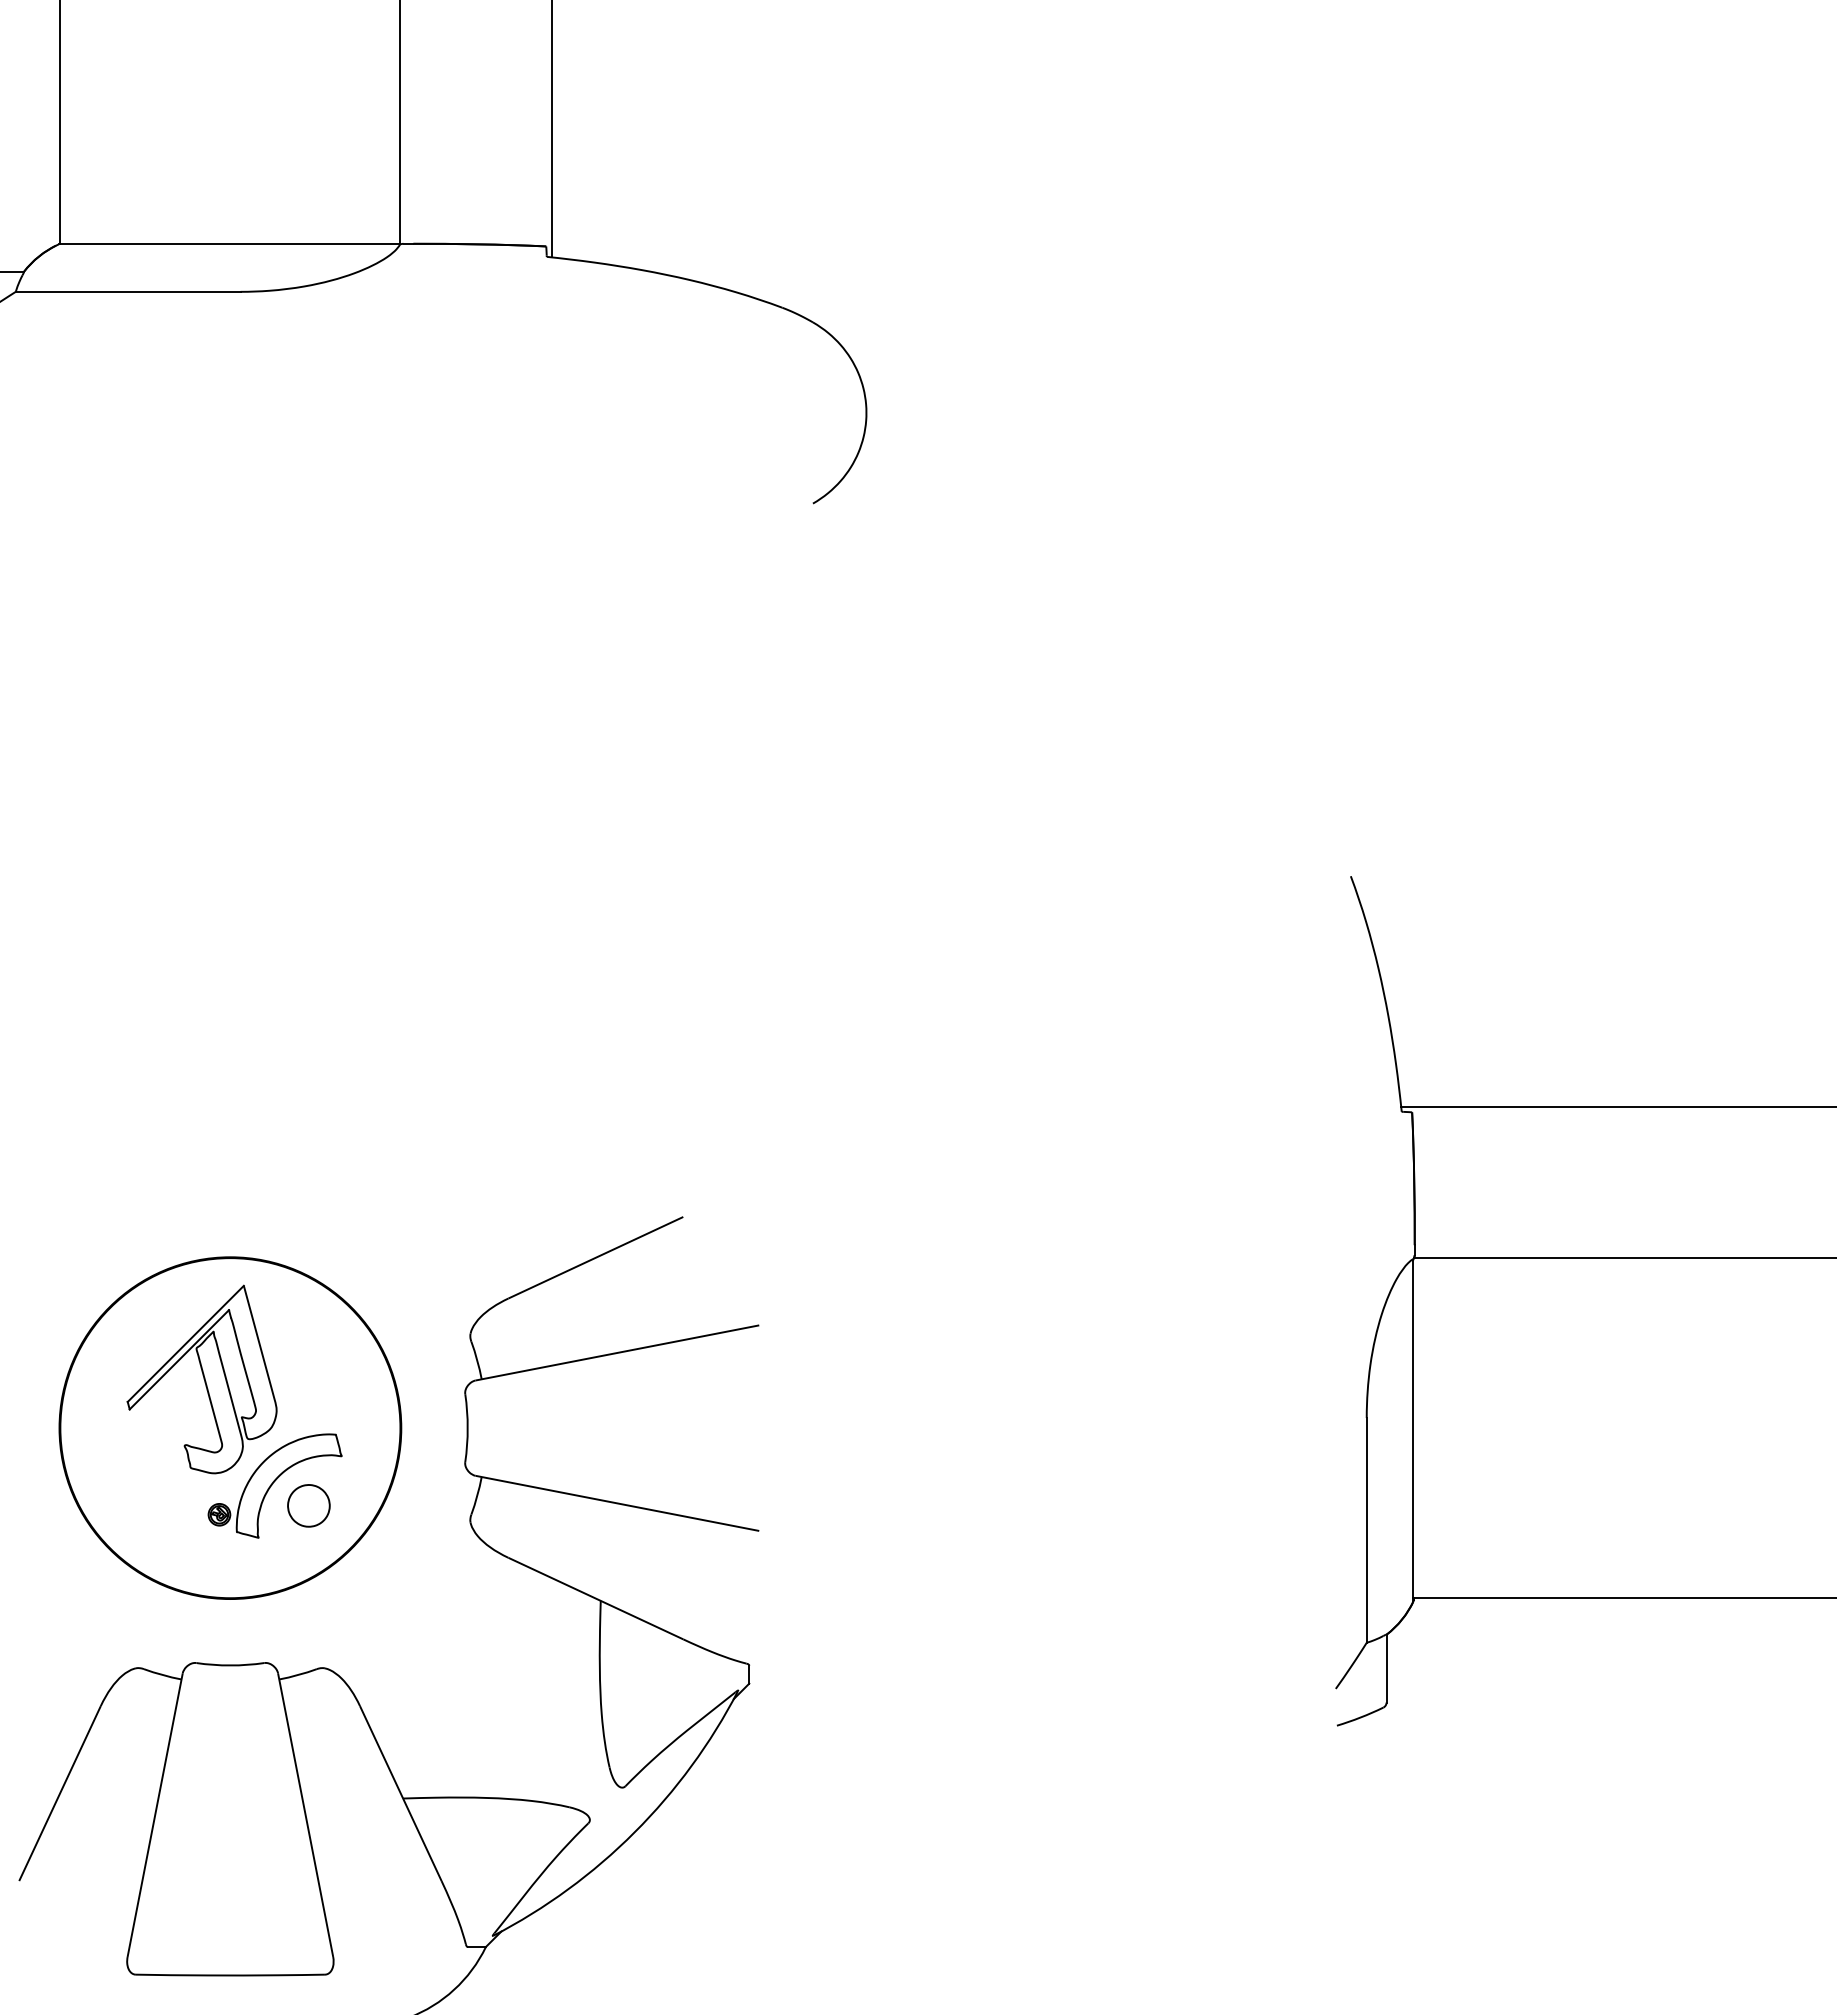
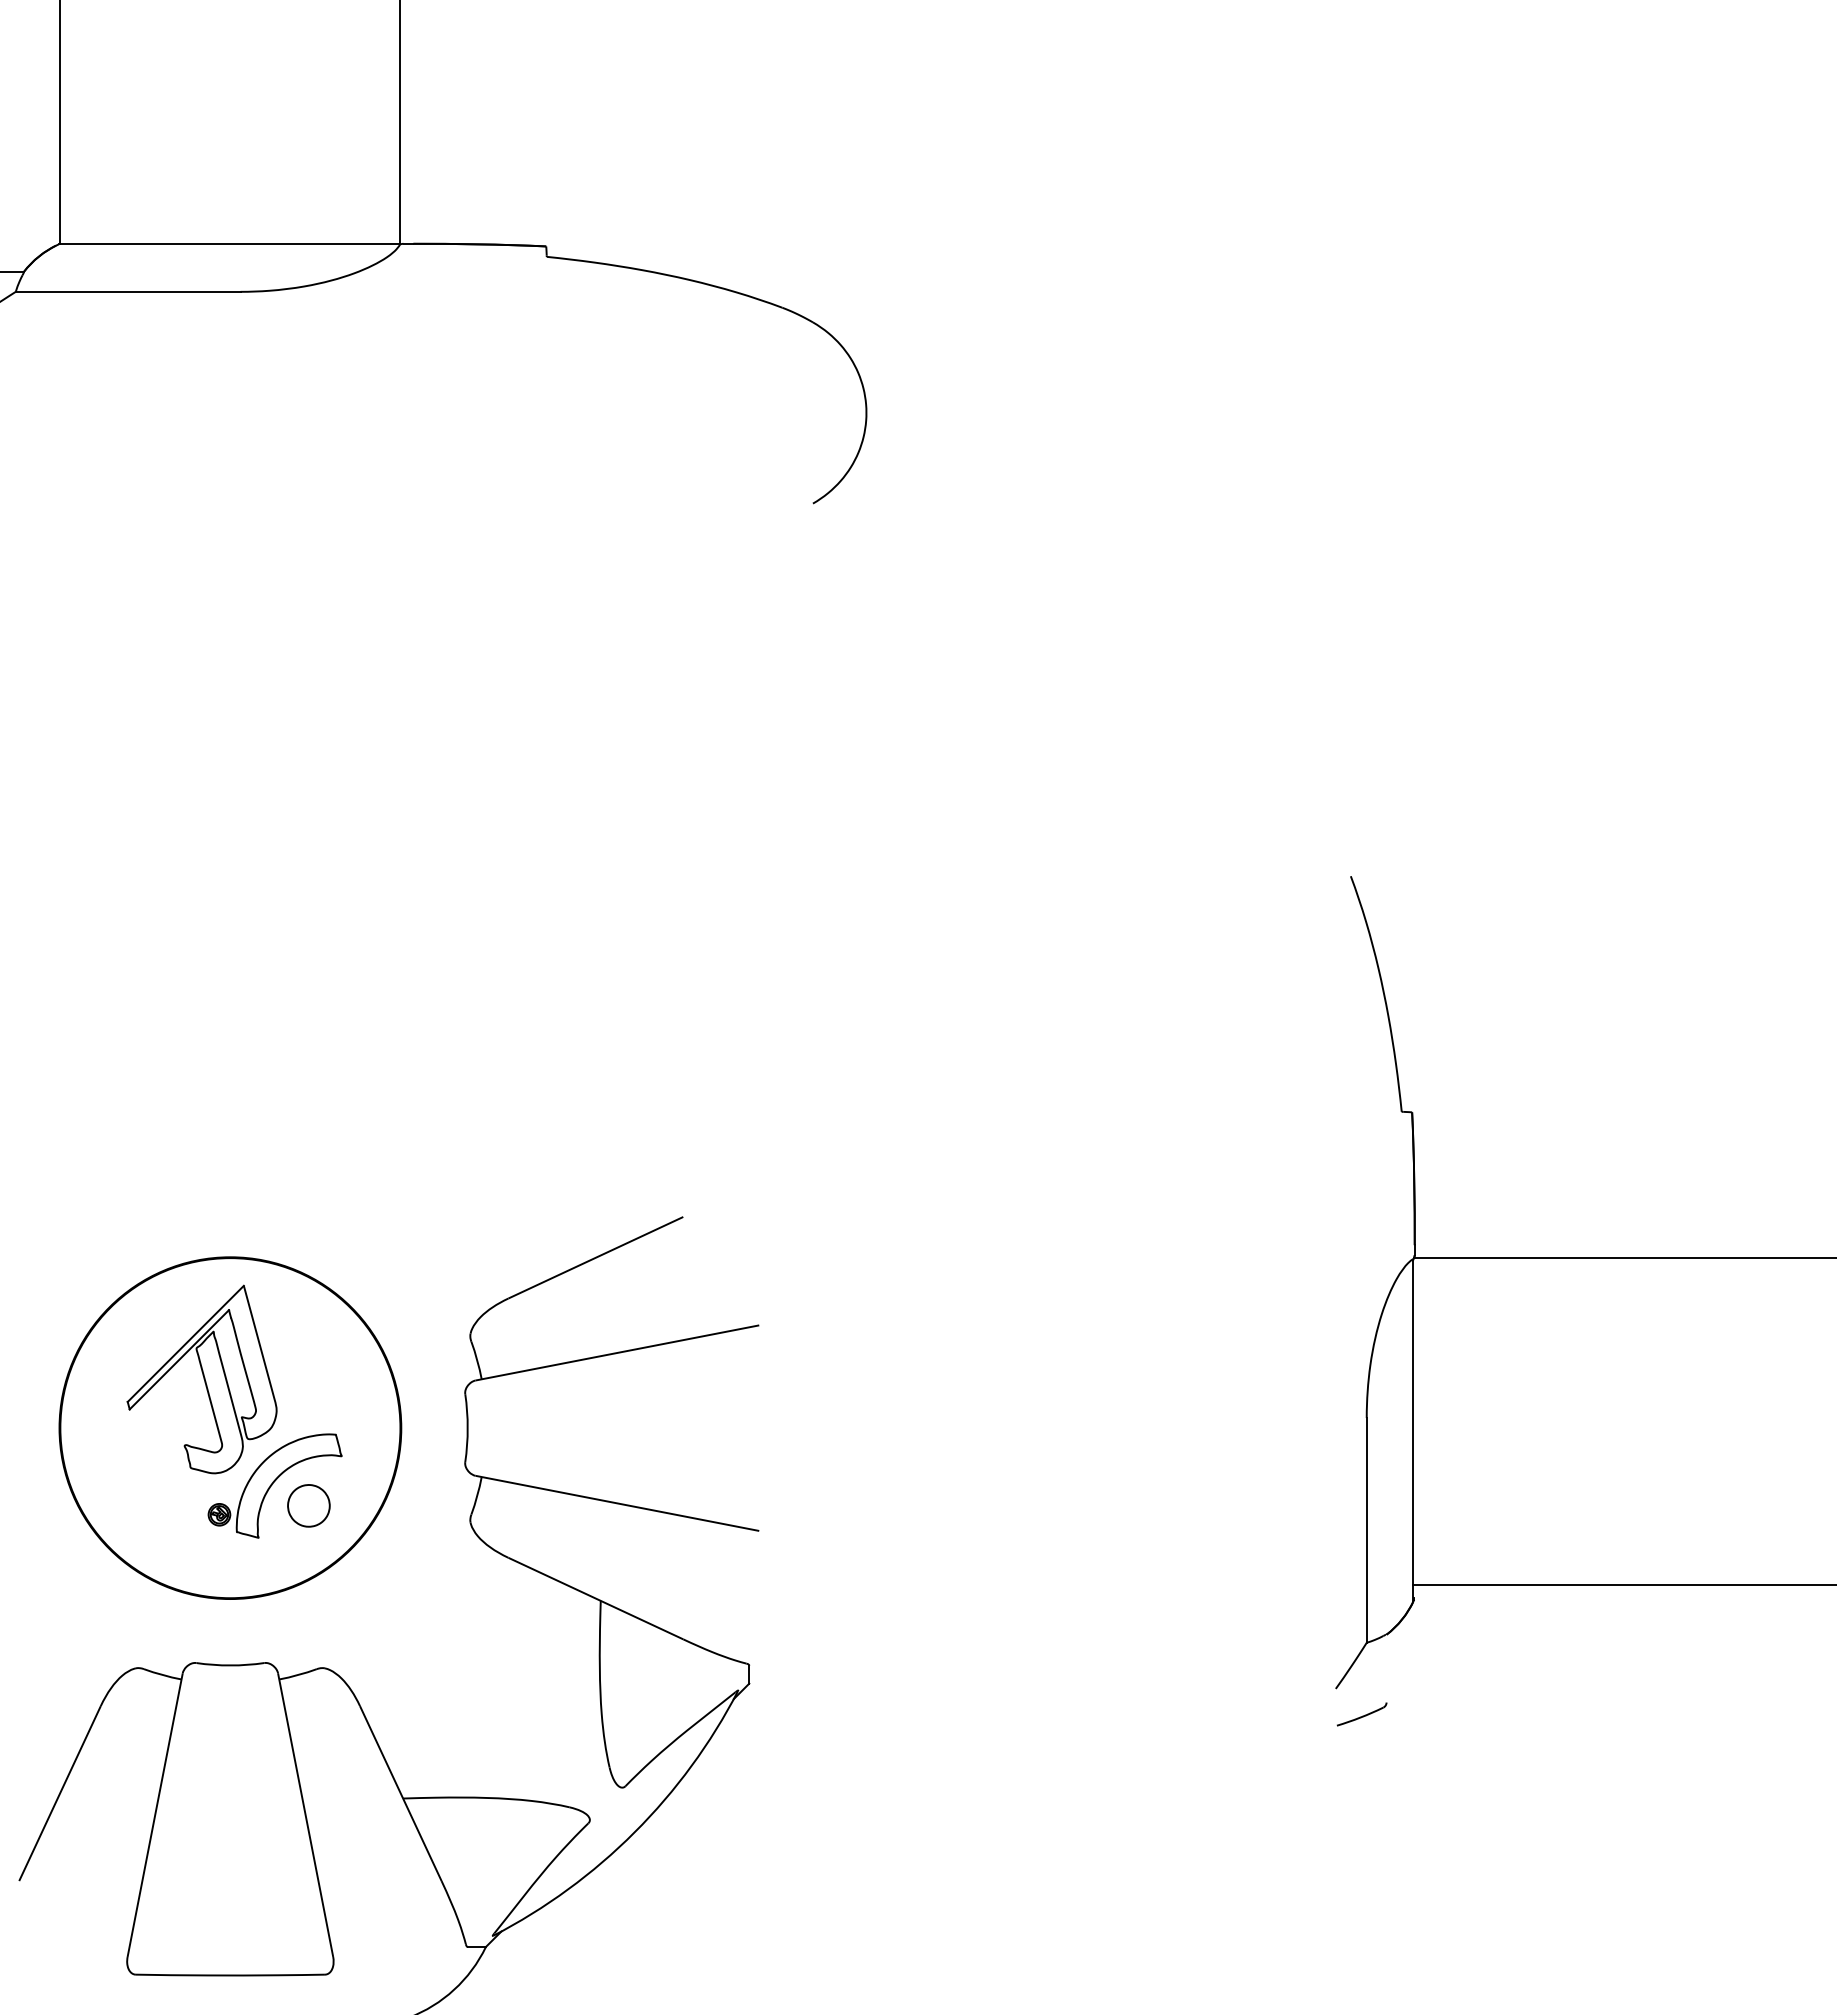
line at (551, 129): present -> none
line at (1617, 1106): present -> none
line at (1623, 1598) position: (1623, 1598) -> (1623, 1585)
line at (1386, 1668): present -> none
